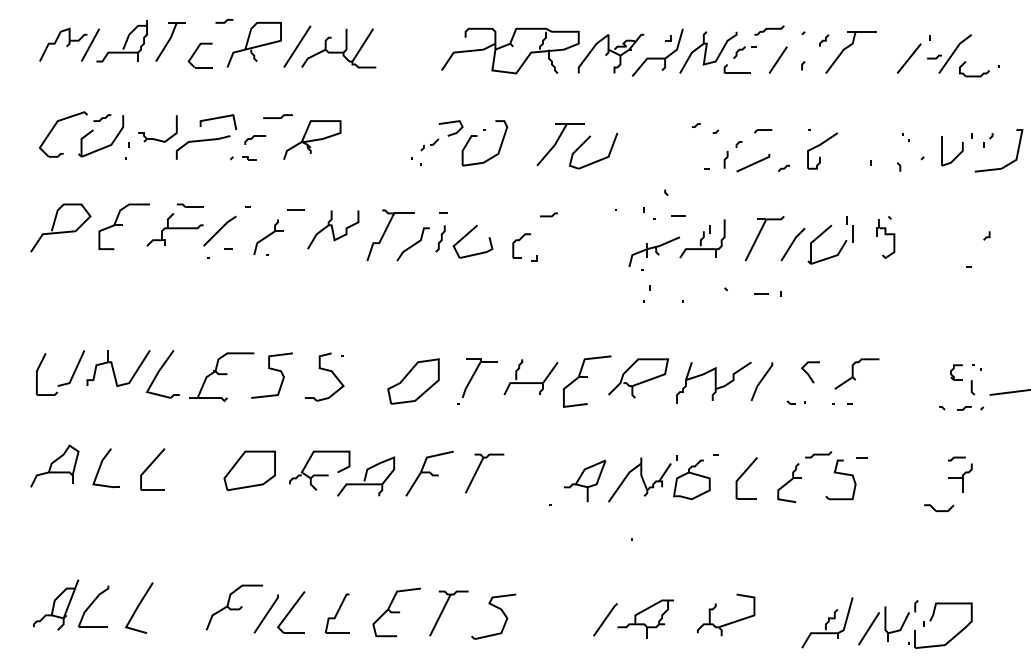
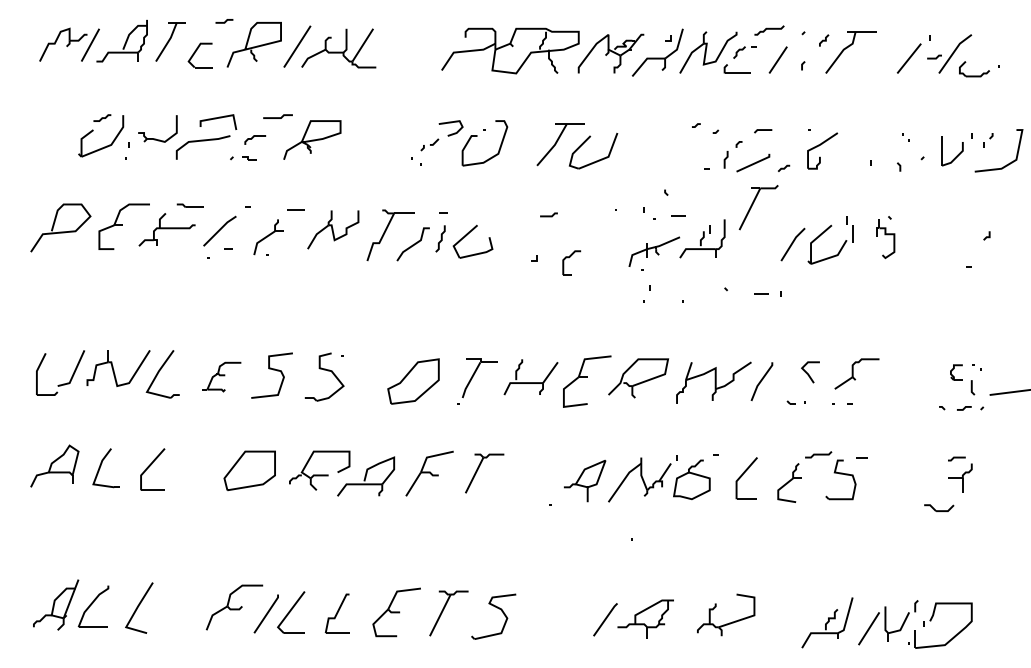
part at (53, 129): present -> none
part at (174, 229) position: (174, 229) -> (166, 229)
part at (764, 238) position: (764, 238) -> (758, 207)
part at (521, 245) position: (521, 245) -> (571, 262)
part at (221, 376) size: 66x50 px -> 40x32 px
